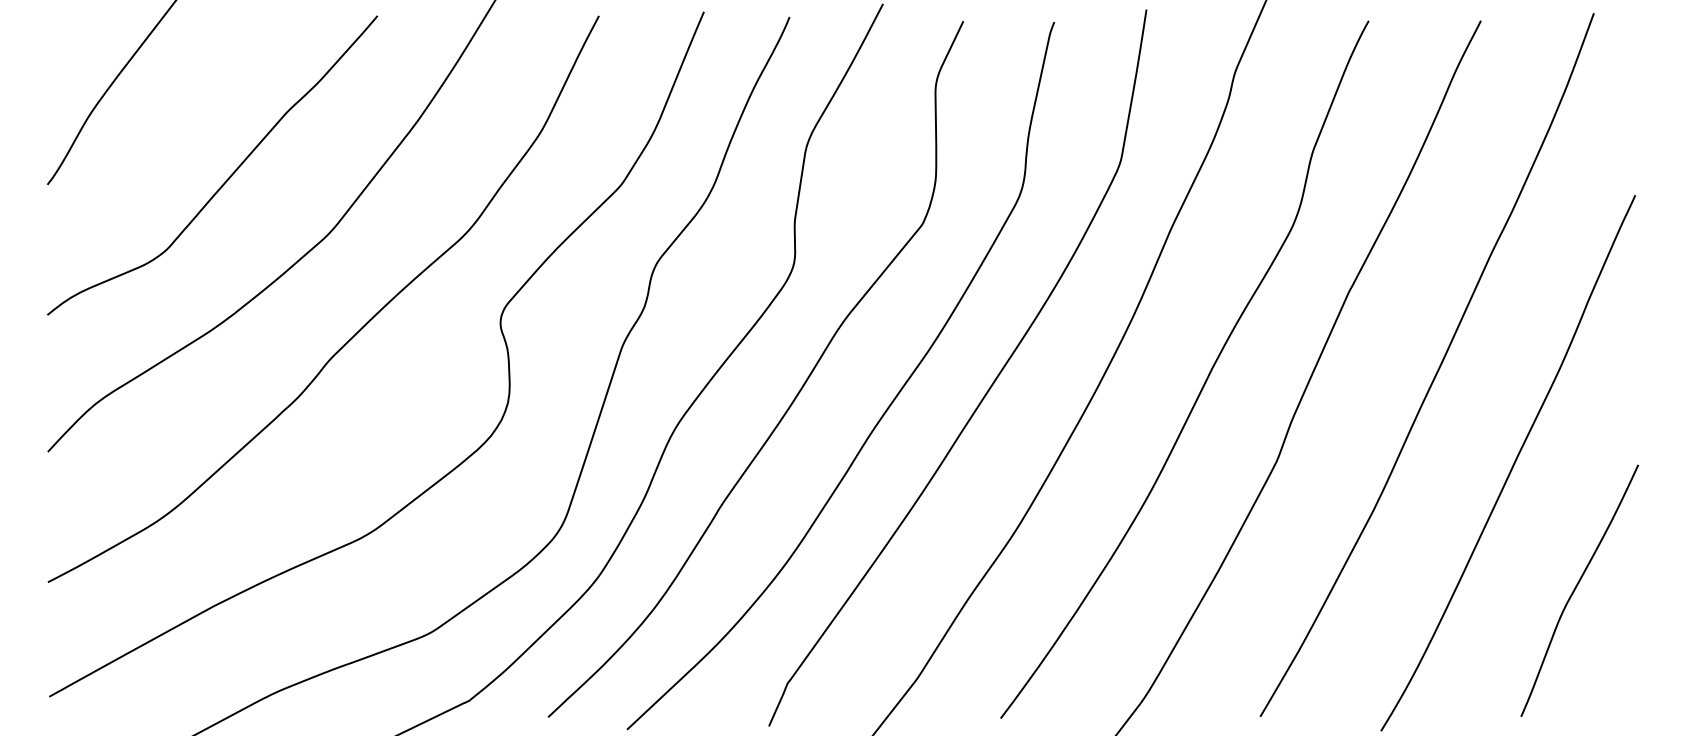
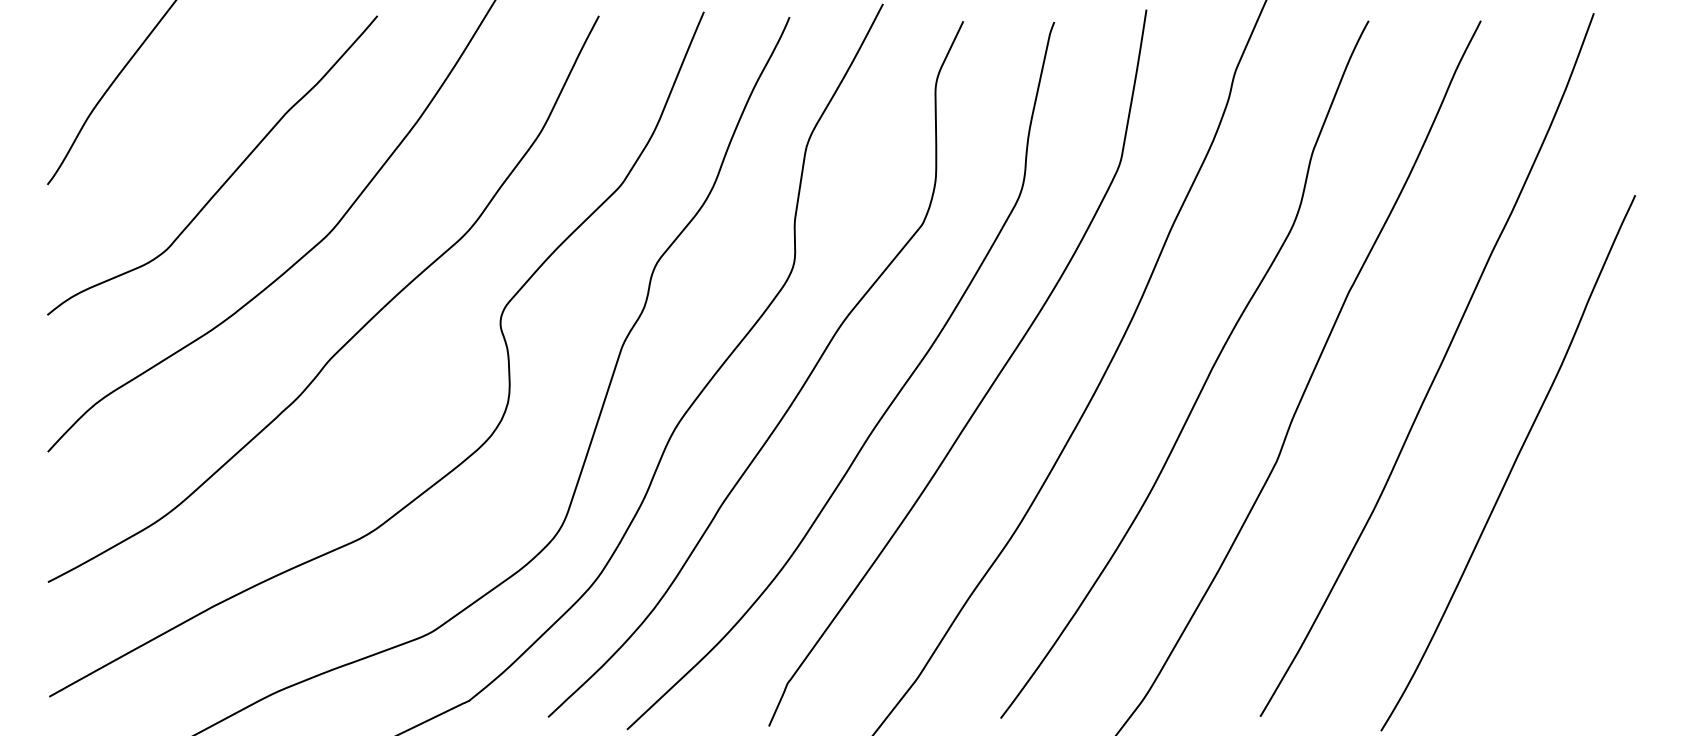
curve at (1576, 588): present -> none
